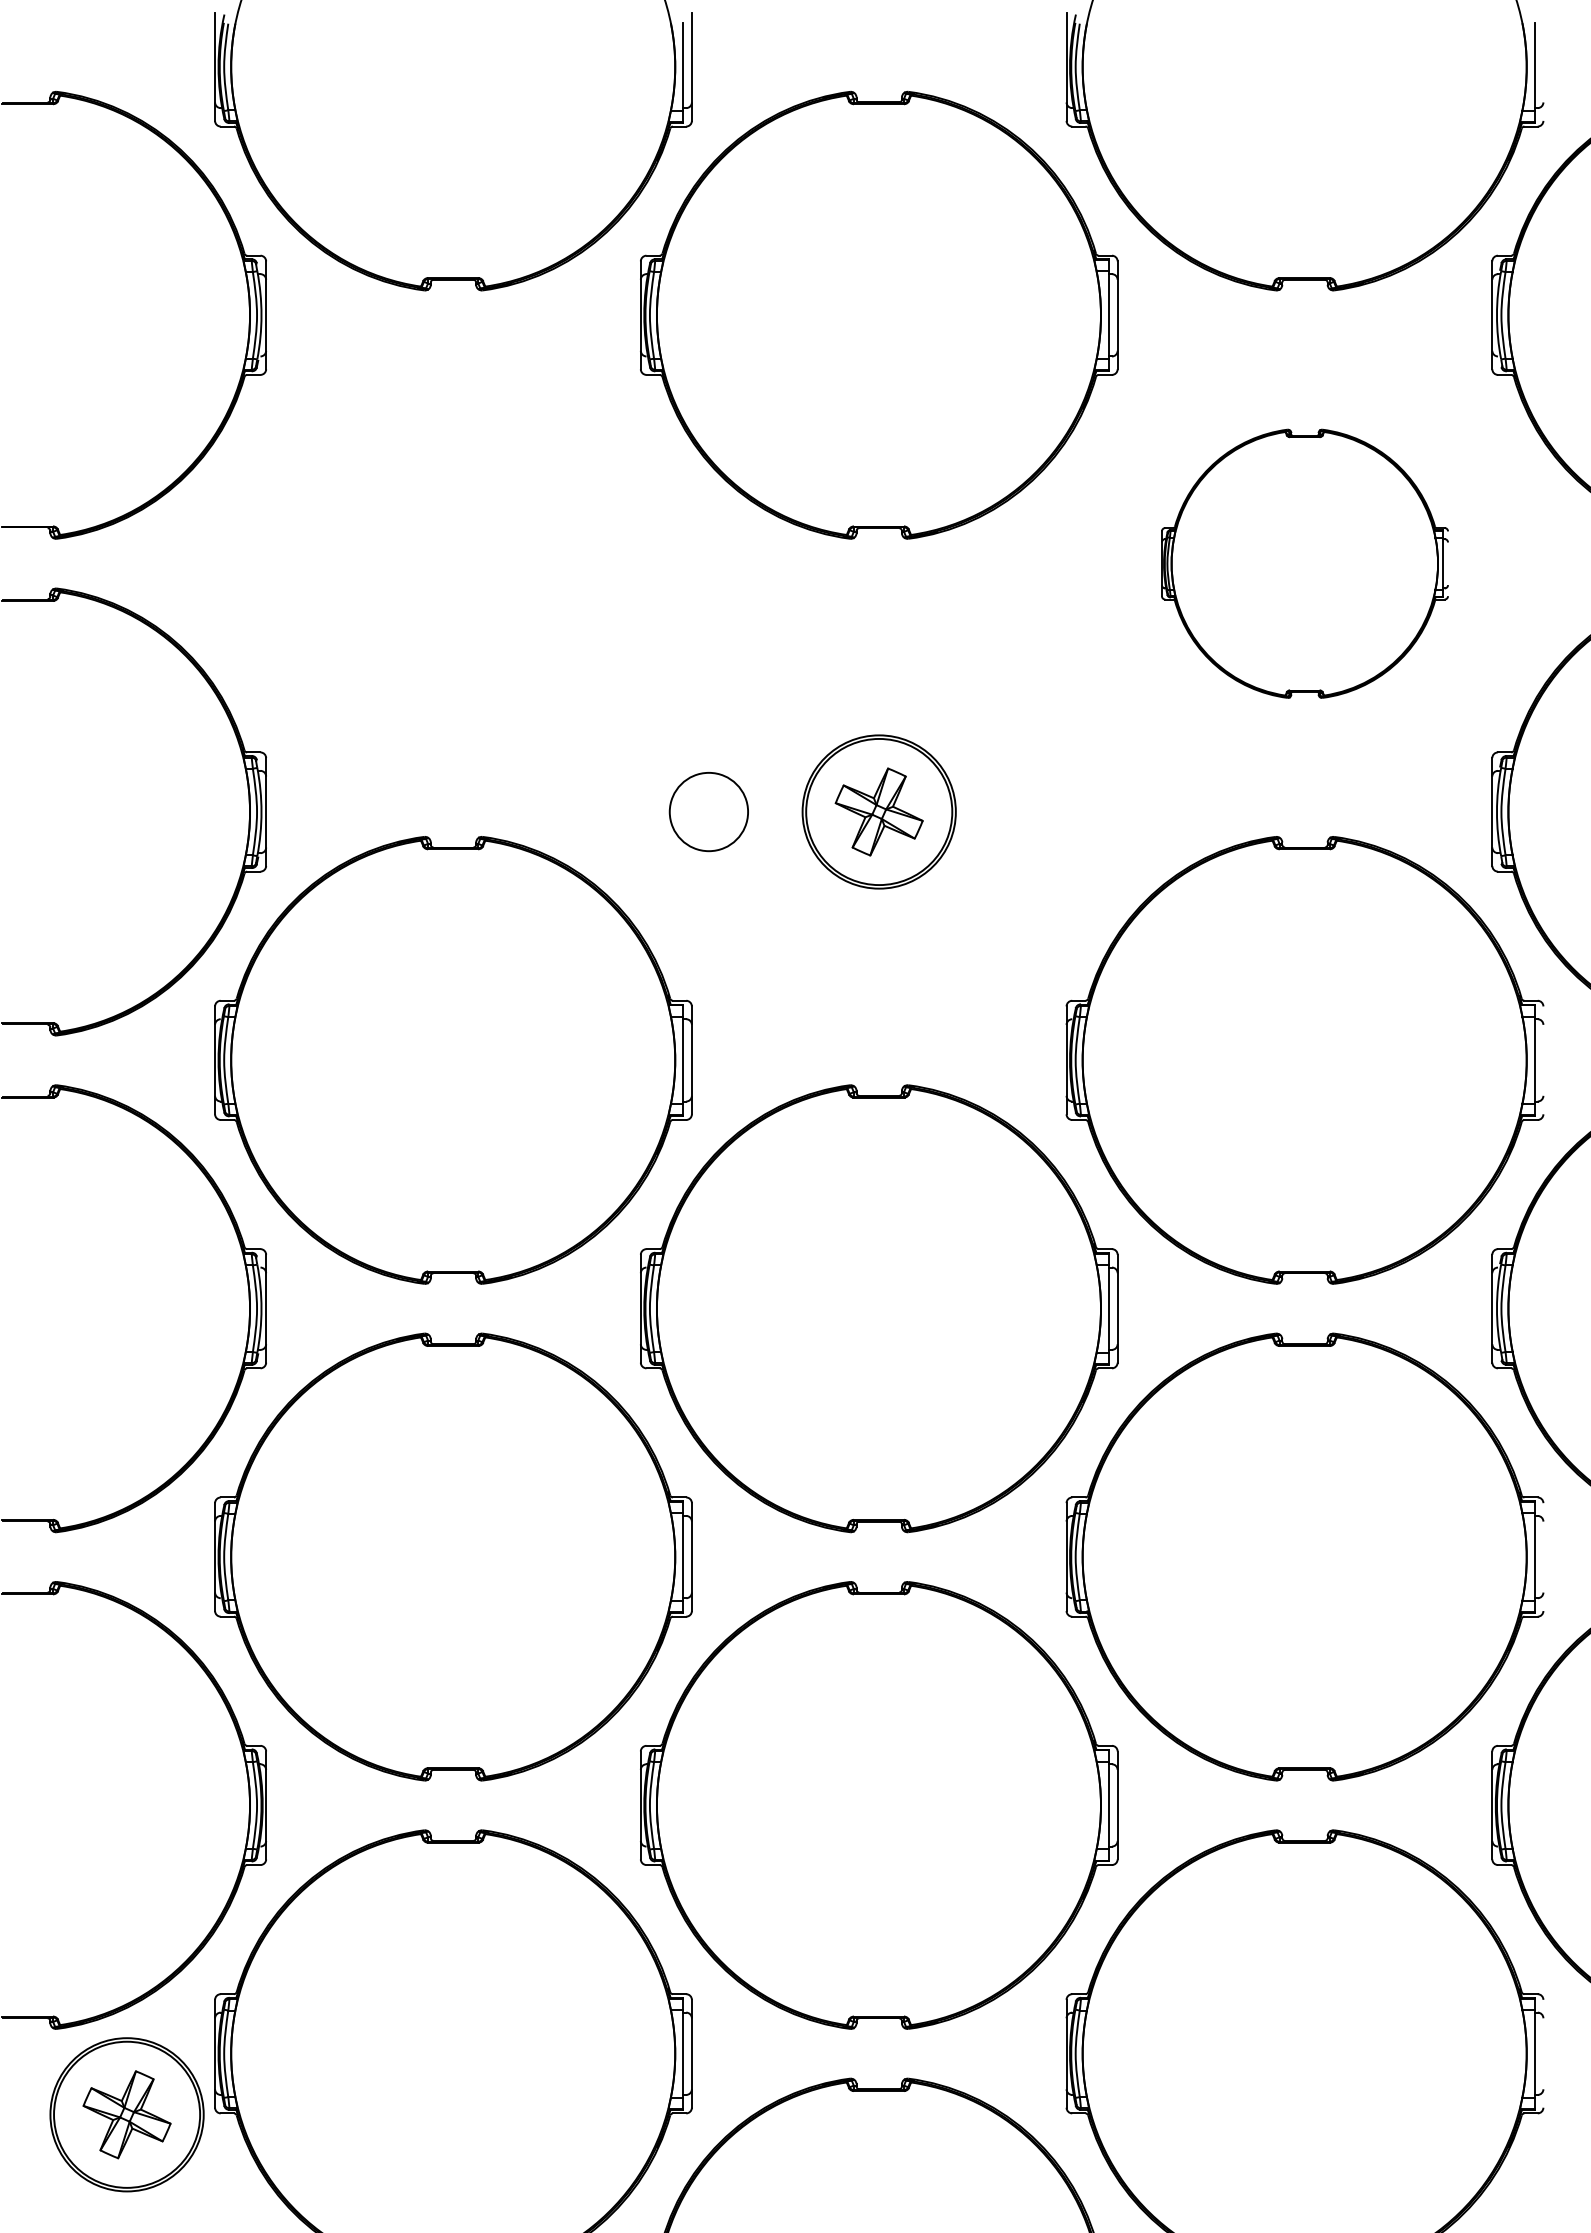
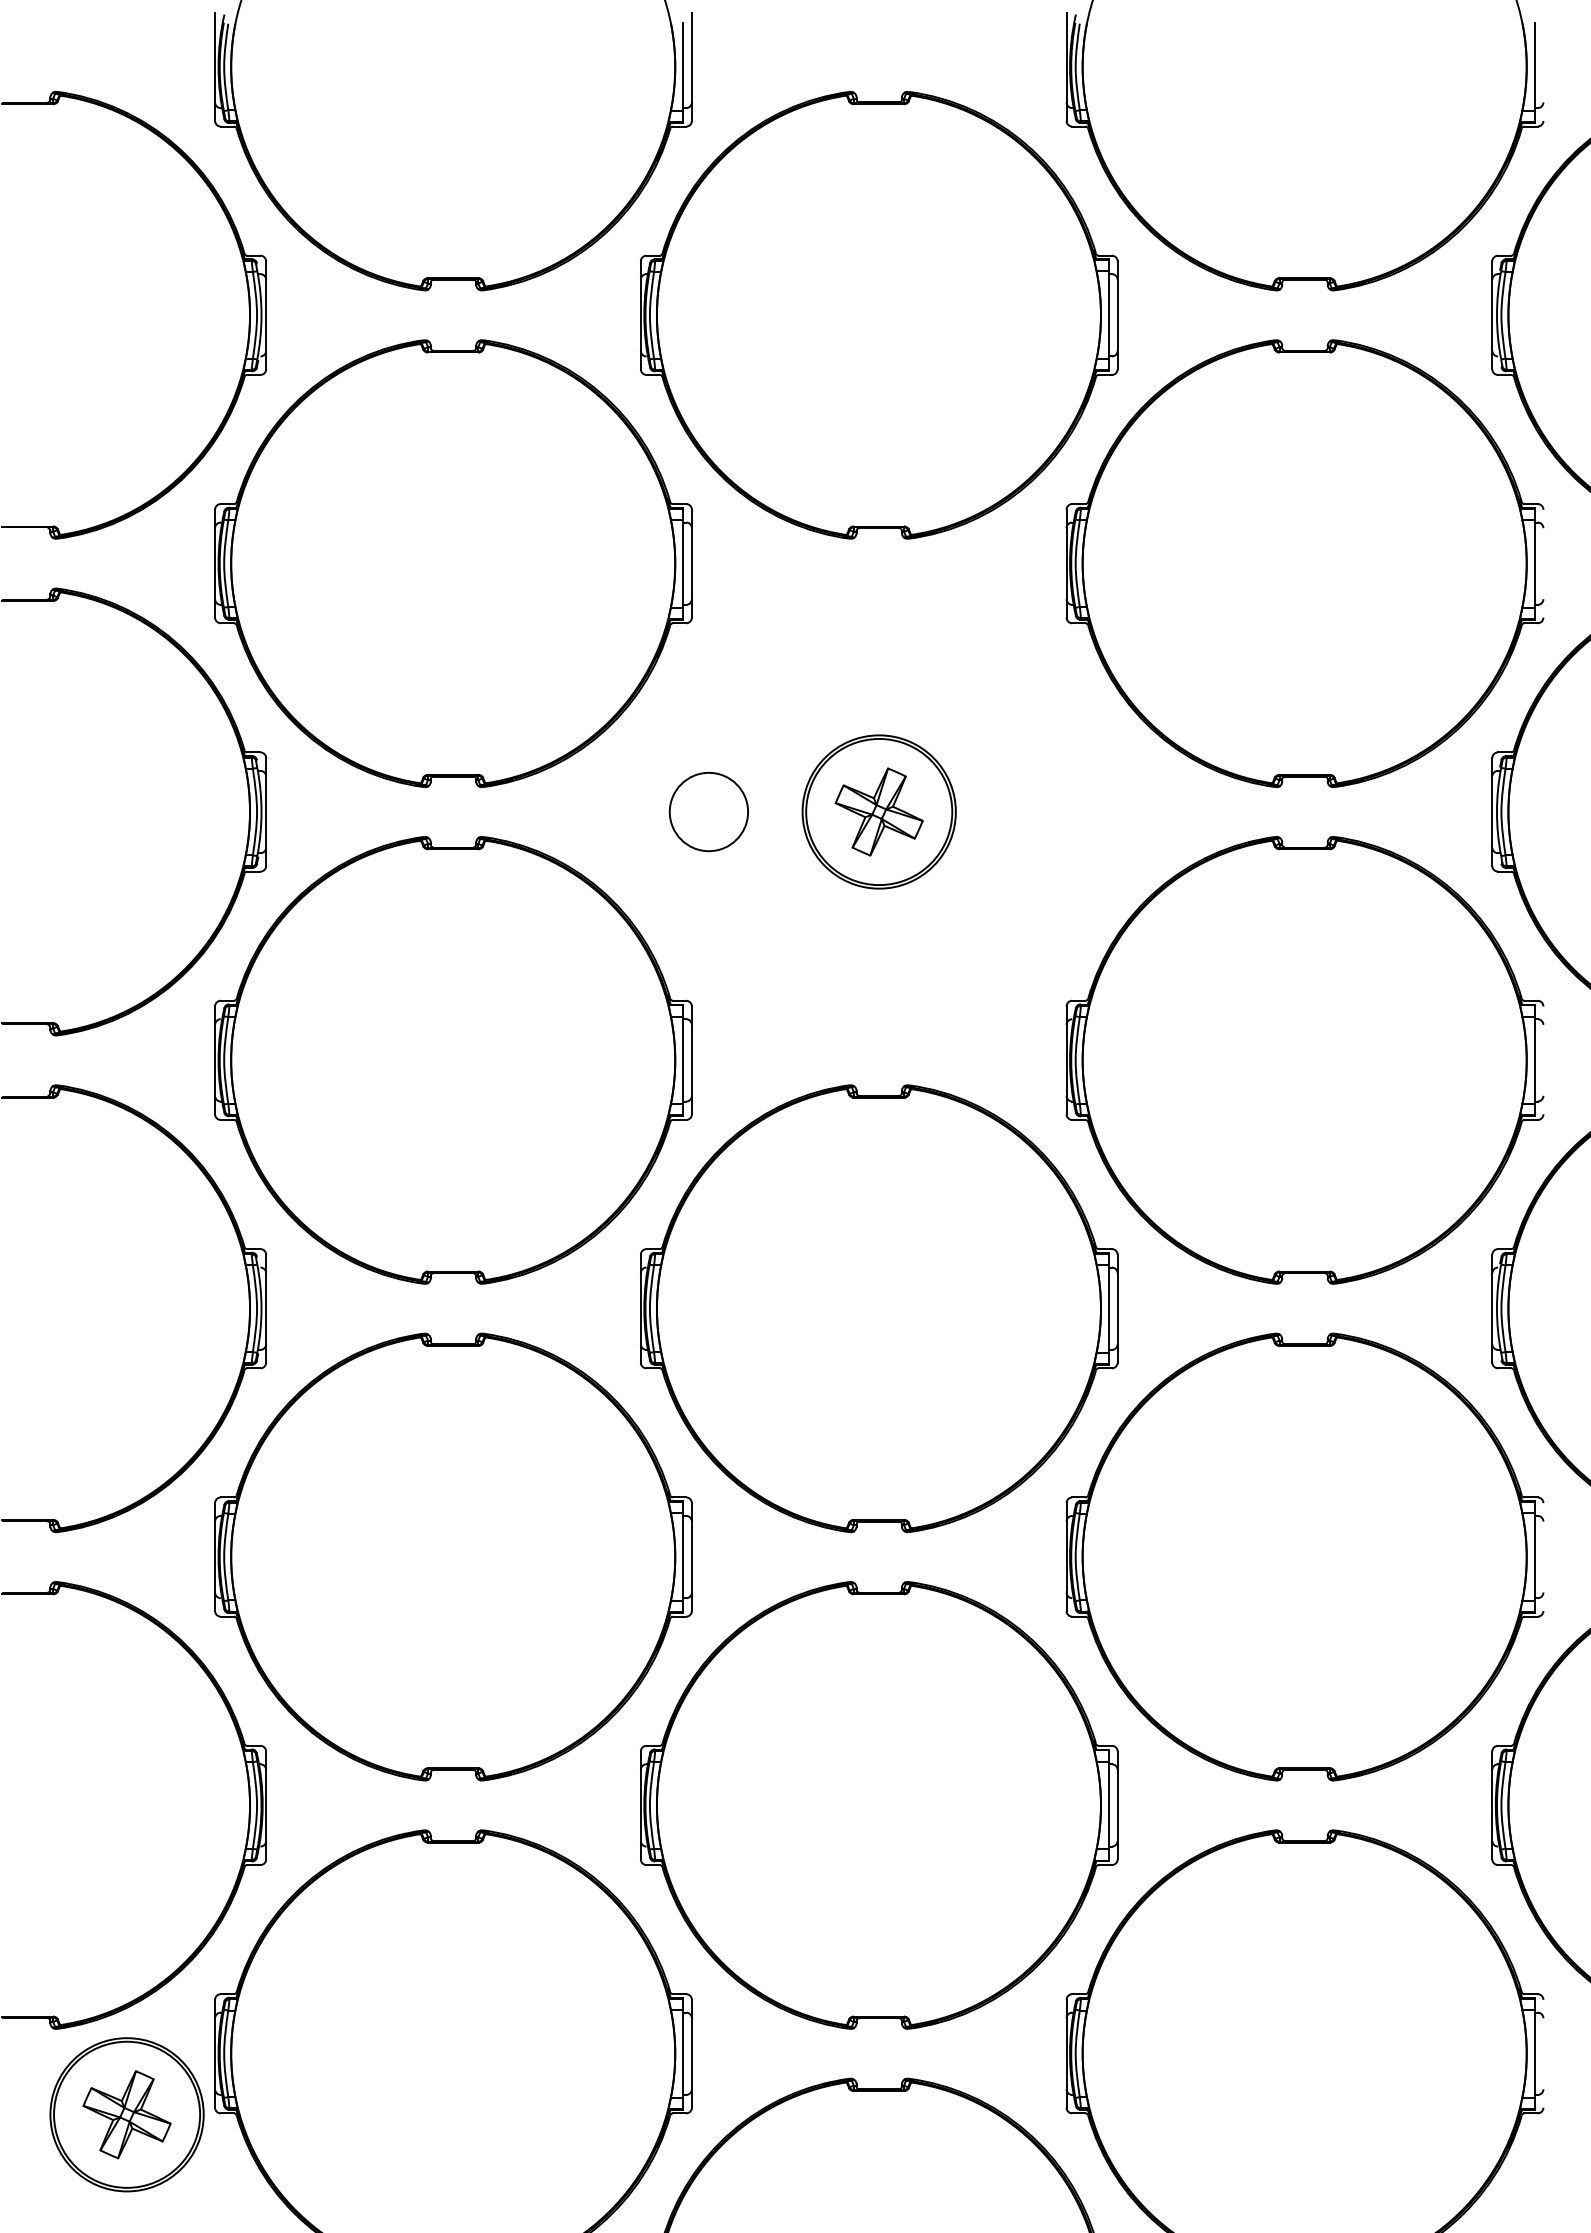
part at (453, 563): none -> present
part at (1304, 563) size: 288x271 px -> 480x450 px
